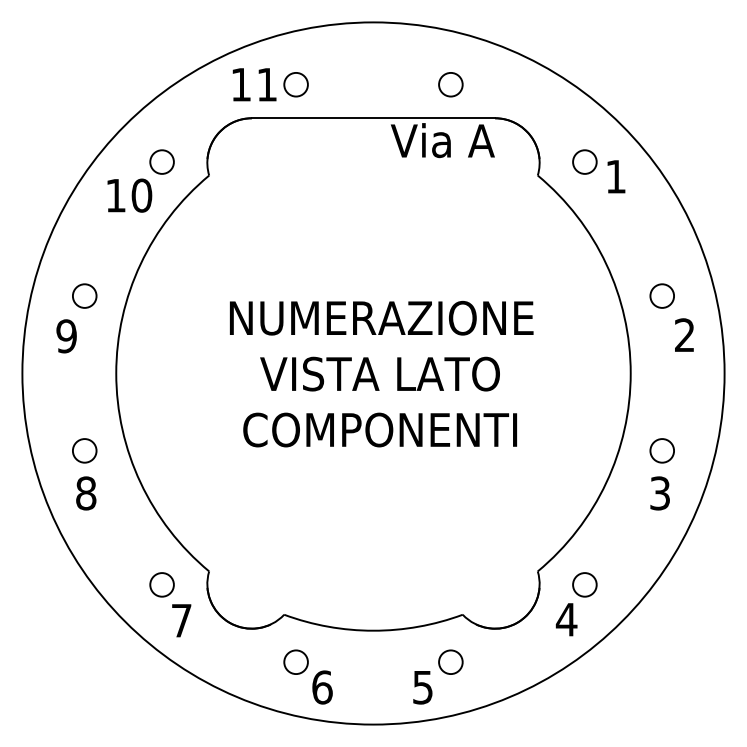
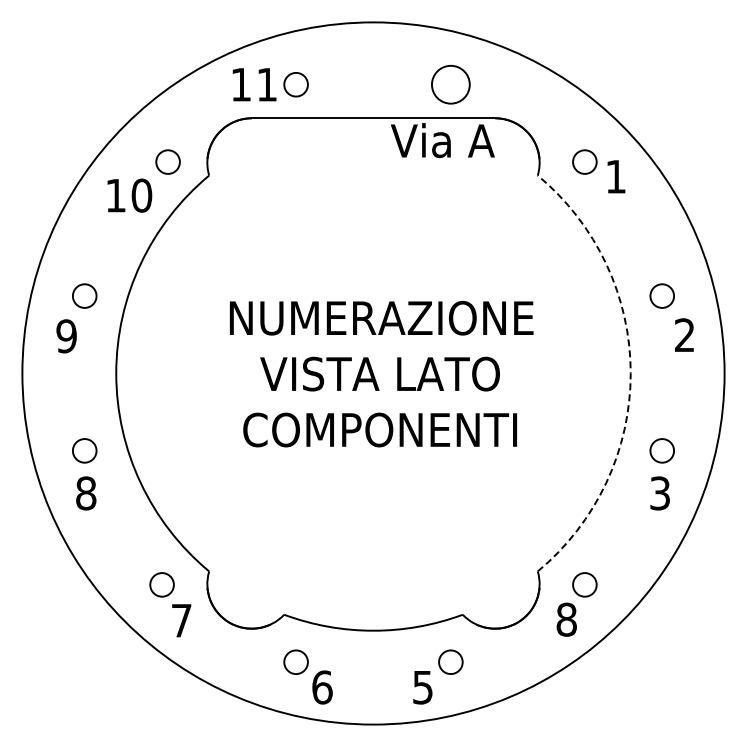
circle at (450, 84) diameter: 24 px -> 38 px
circle at (161, 161) position: (161, 161) -> (167, 161)
arc at (630, 373): solid -> dashed
text at (566, 619): 4 -> 8
